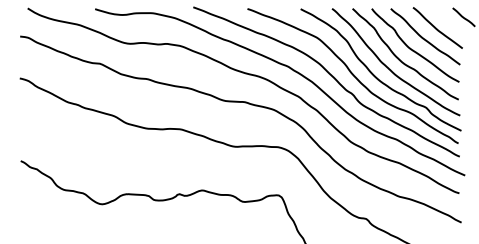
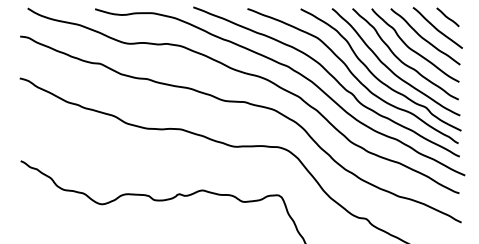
line at (463, 17) position: (463, 17) -> (447, 17)
